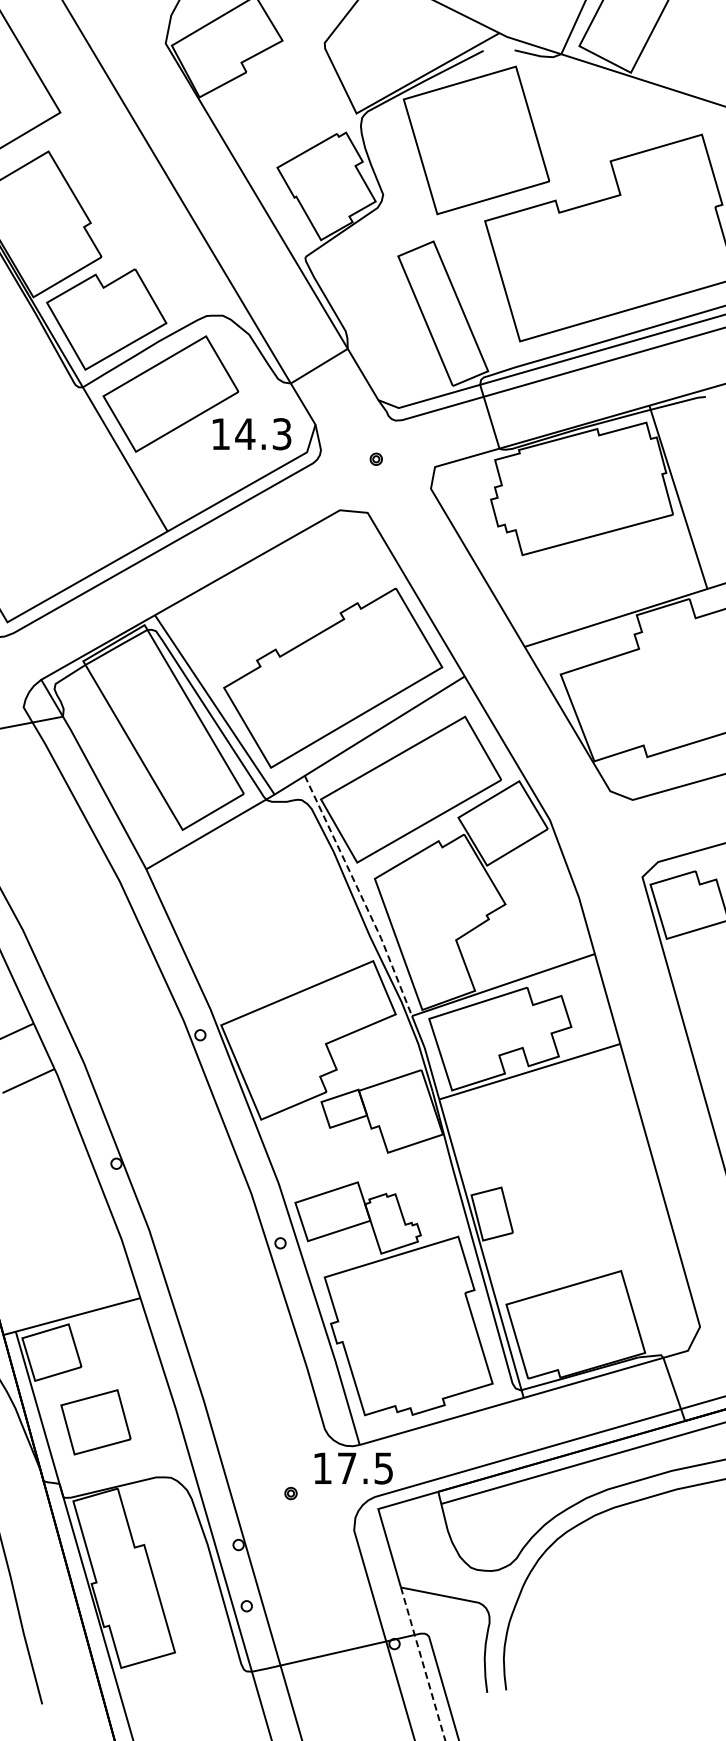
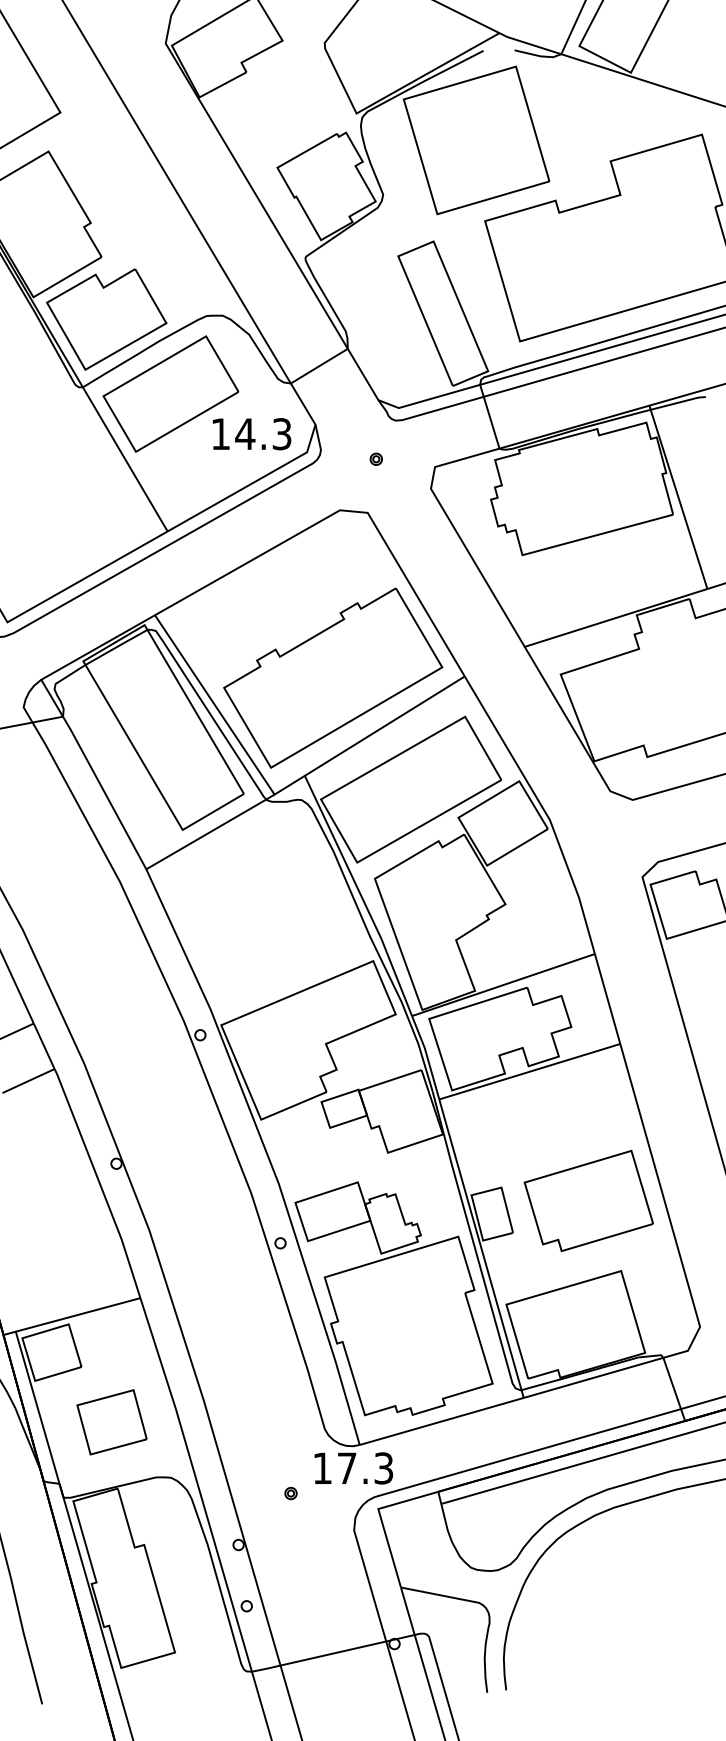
line at (361, 895): dashed -> solid
part at (588, 1200): none -> present
part at (95, 1422) position: (95, 1422) -> (111, 1422)
text at (384, 1467): 17.5 -> 17.3
line at (423, 1664): dashed -> solid
